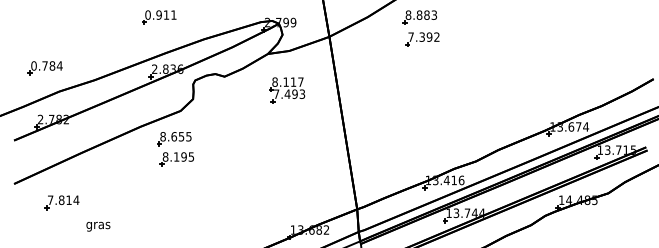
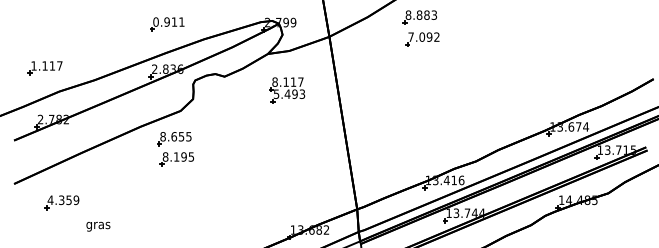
part at (159, 17) position: (159, 17) -> (167, 24)
text at (422, 36): 7.392 -> 7.092
text at (46, 65): 0.784 -> 1.117
text at (276, 93): 7.493 -> 5.493
text at (63, 200): 7.814 -> 4.359
